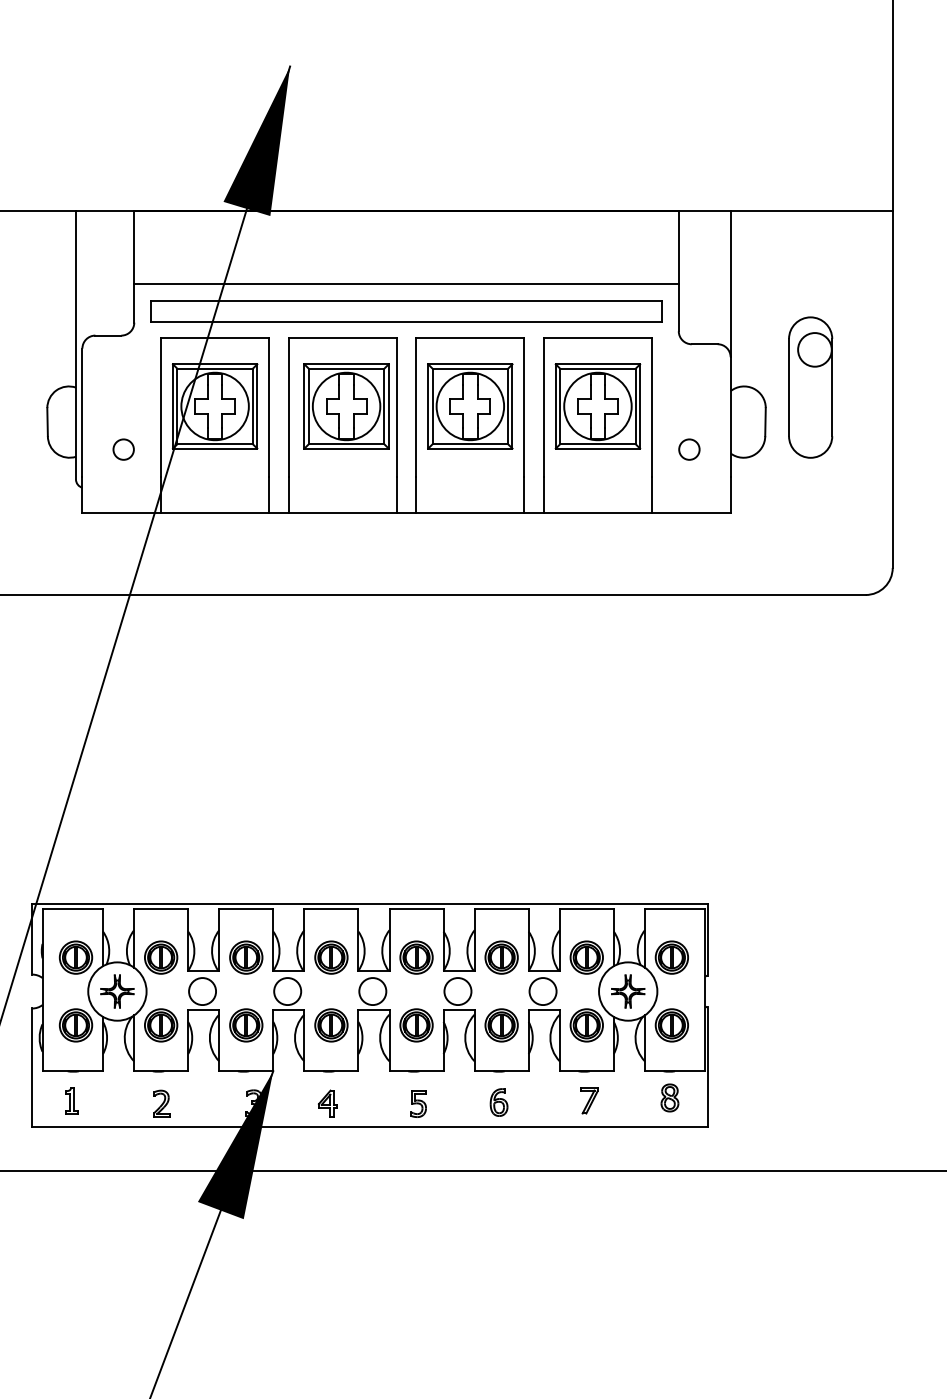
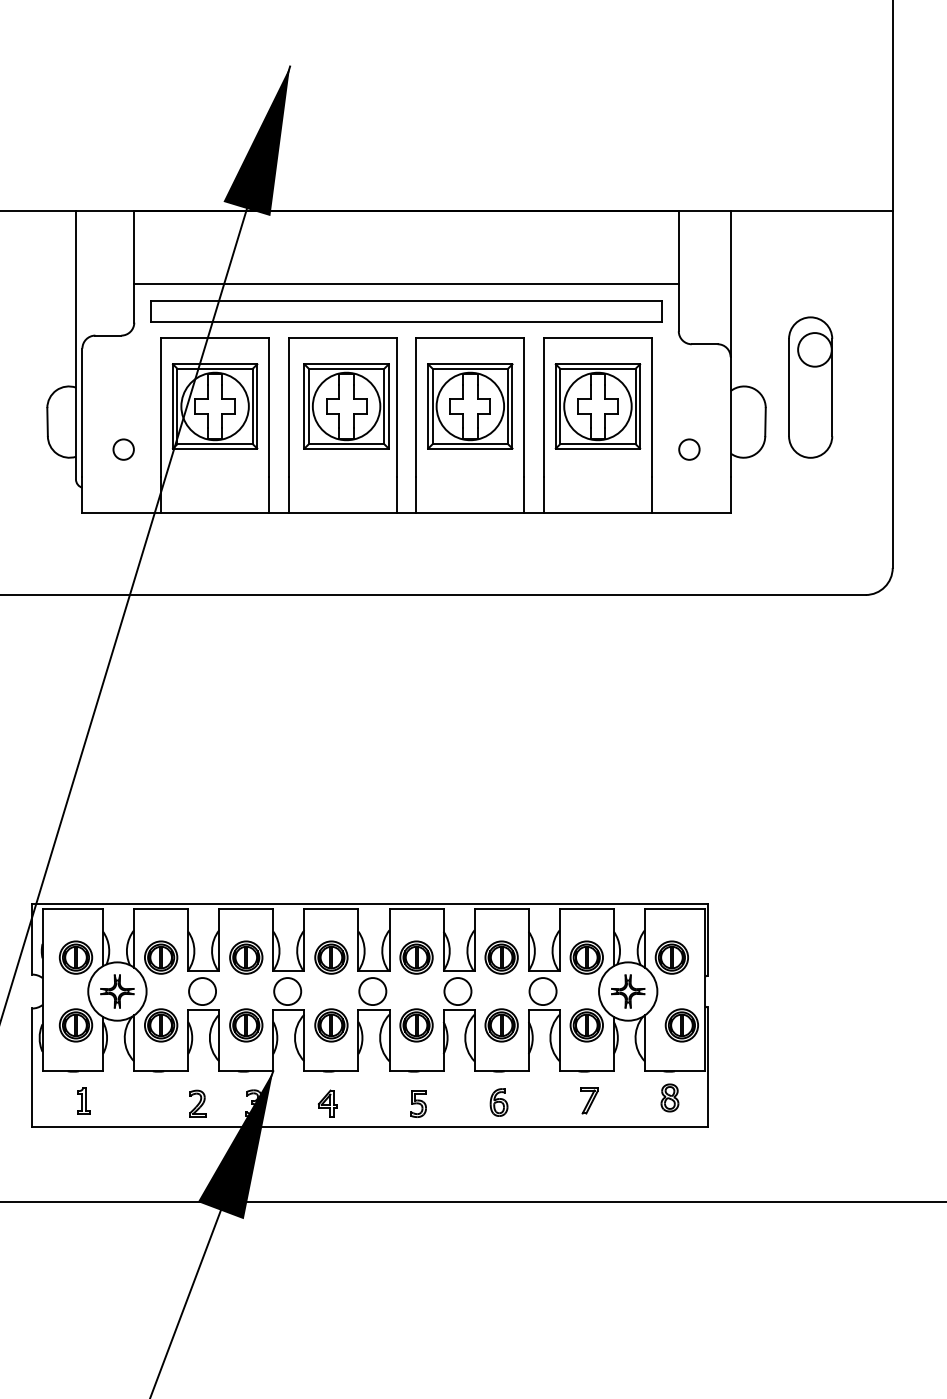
part at (671, 1025) position: (671, 1025) -> (681, 1025)
part at (71, 1100) position: (71, 1100) -> (83, 1100)
part at (161, 1103) position: (161, 1103) -> (197, 1103)
line at (472, 1170) position: (472, 1170) -> (472, 1201)
